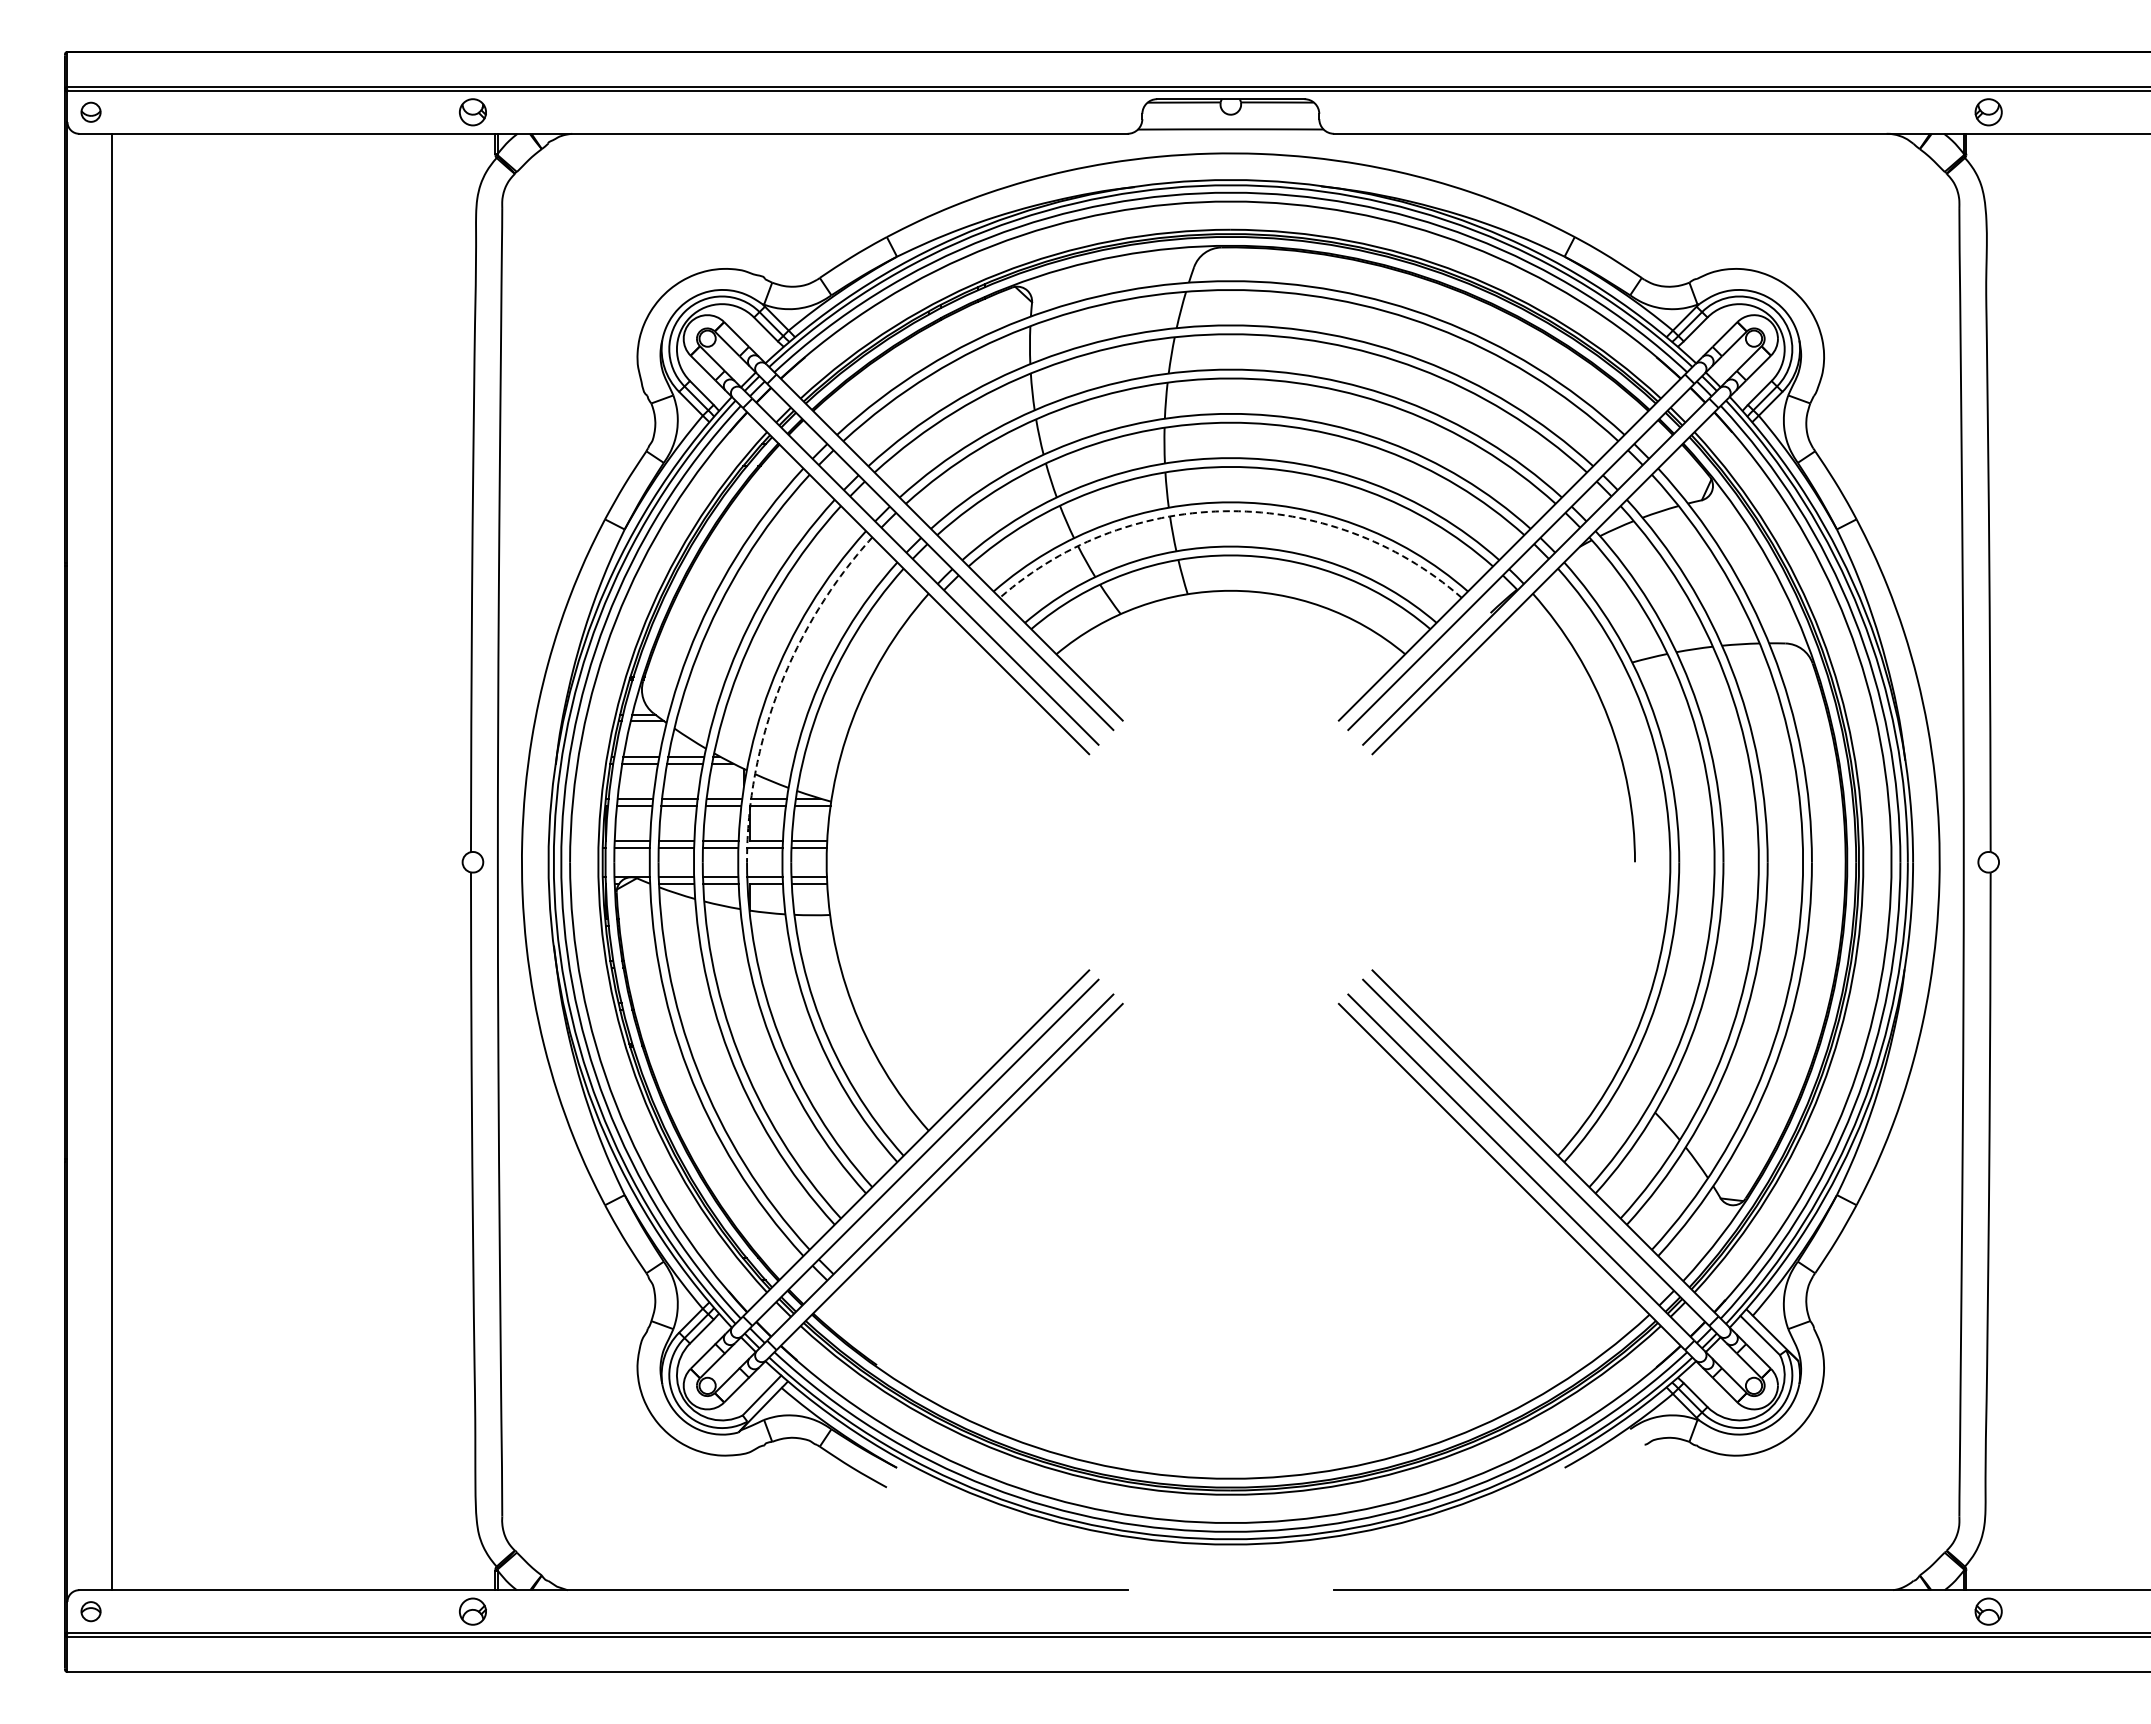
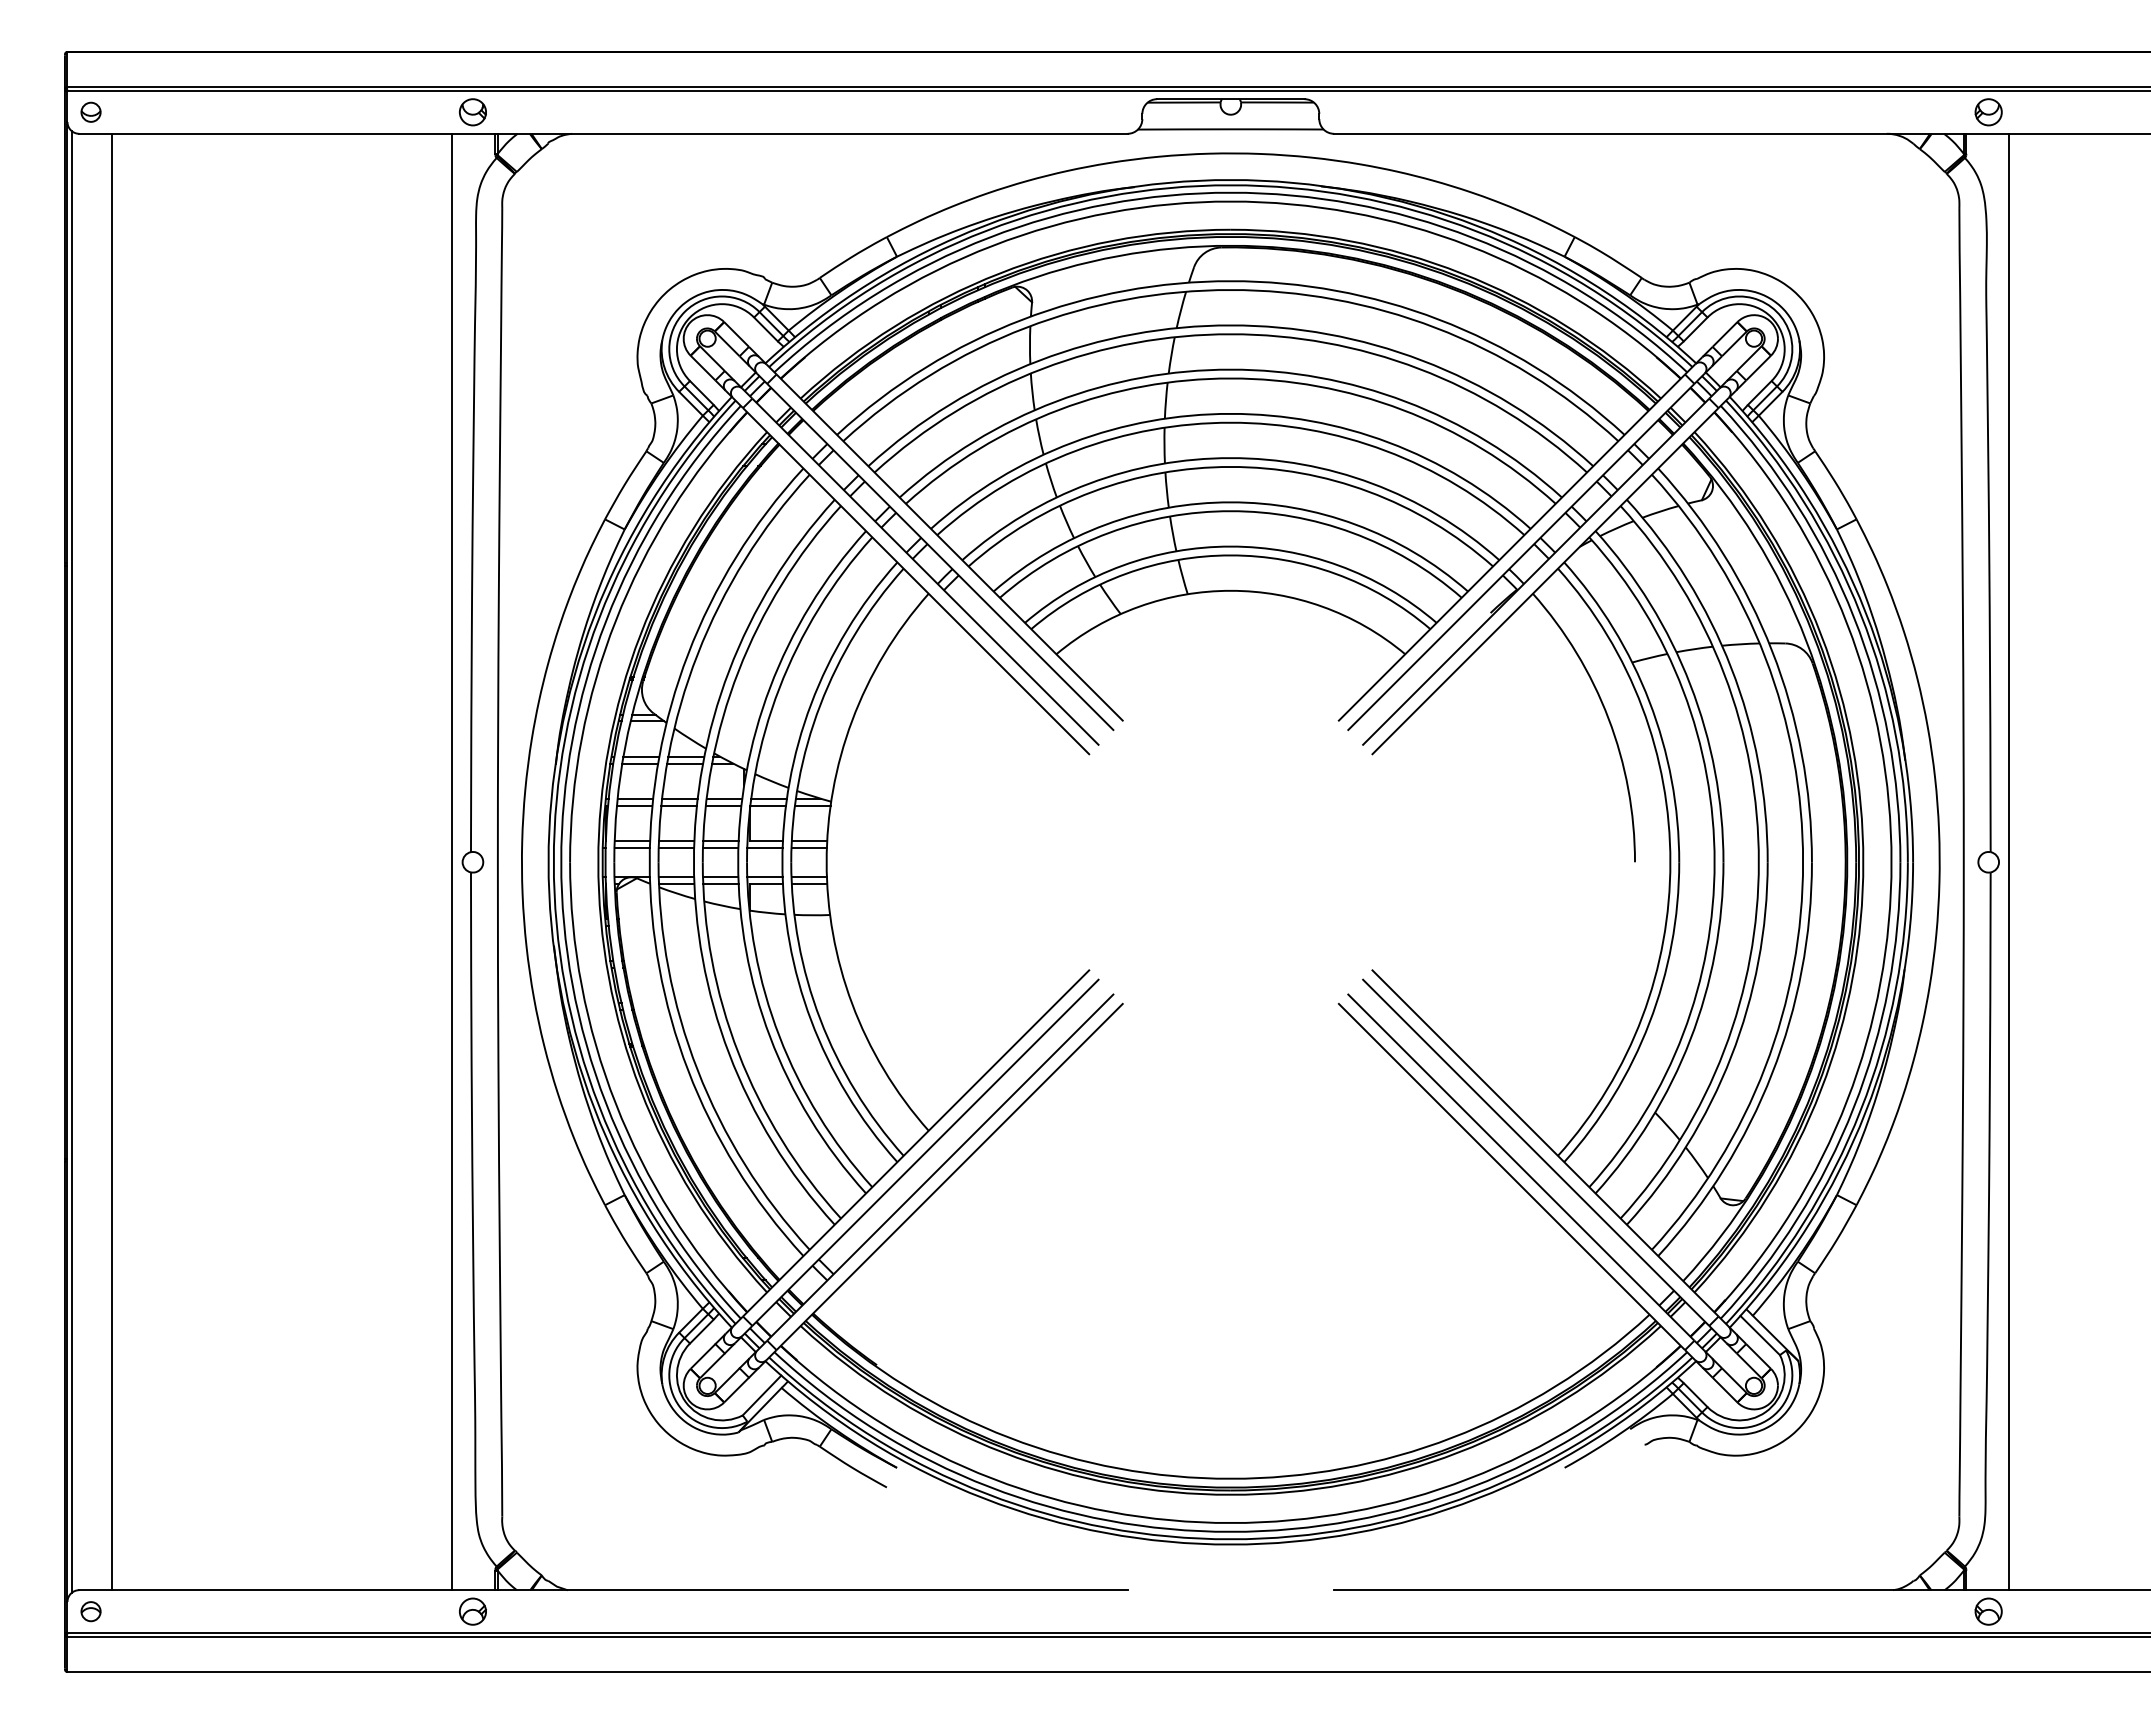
arc at (1230, 511): dashed -> solid
arc at (779, 688): dashed -> solid
line at (72, 861): none -> present
line at (452, 861): none -> present
line at (2009, 861): none -> present
